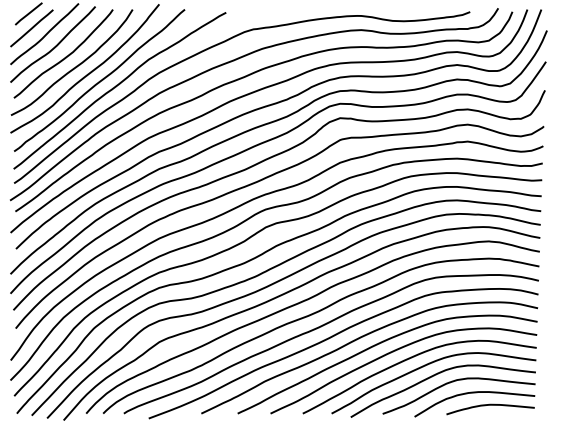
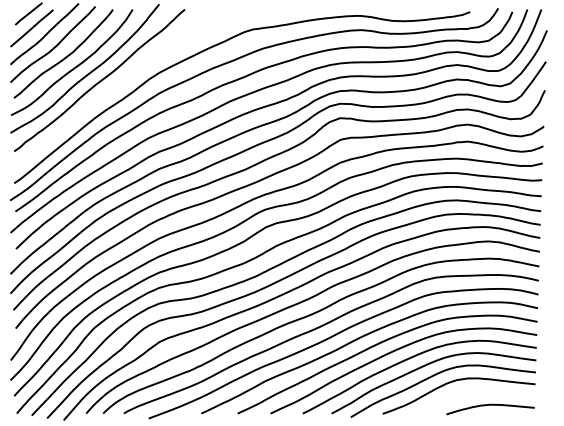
curve at (116, 87): present -> none
curve at (474, 393): present -> none
